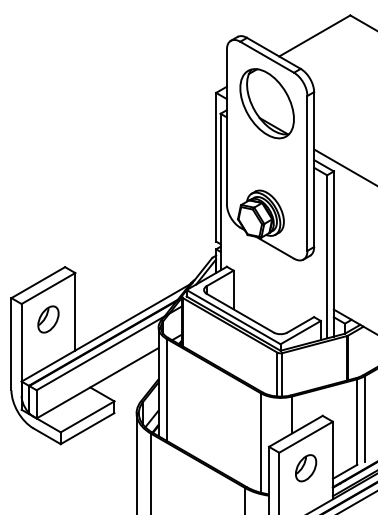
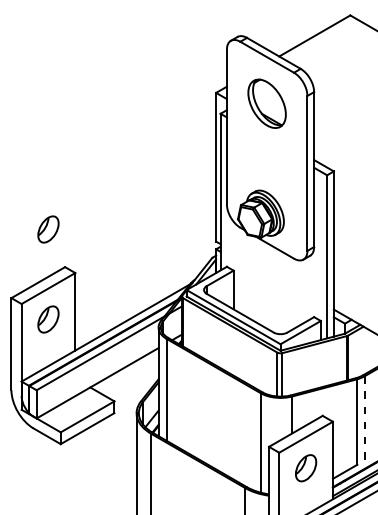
part at (266, 103) size: 56x72 px -> 40x51 px
line at (344, 166): present -> none
part at (48, 229): none -> present
line at (364, 418): solid -> dashed
